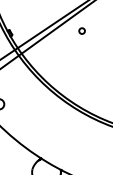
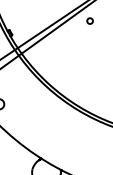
circle at (81, 30) position: (81, 30) -> (89, 20)
